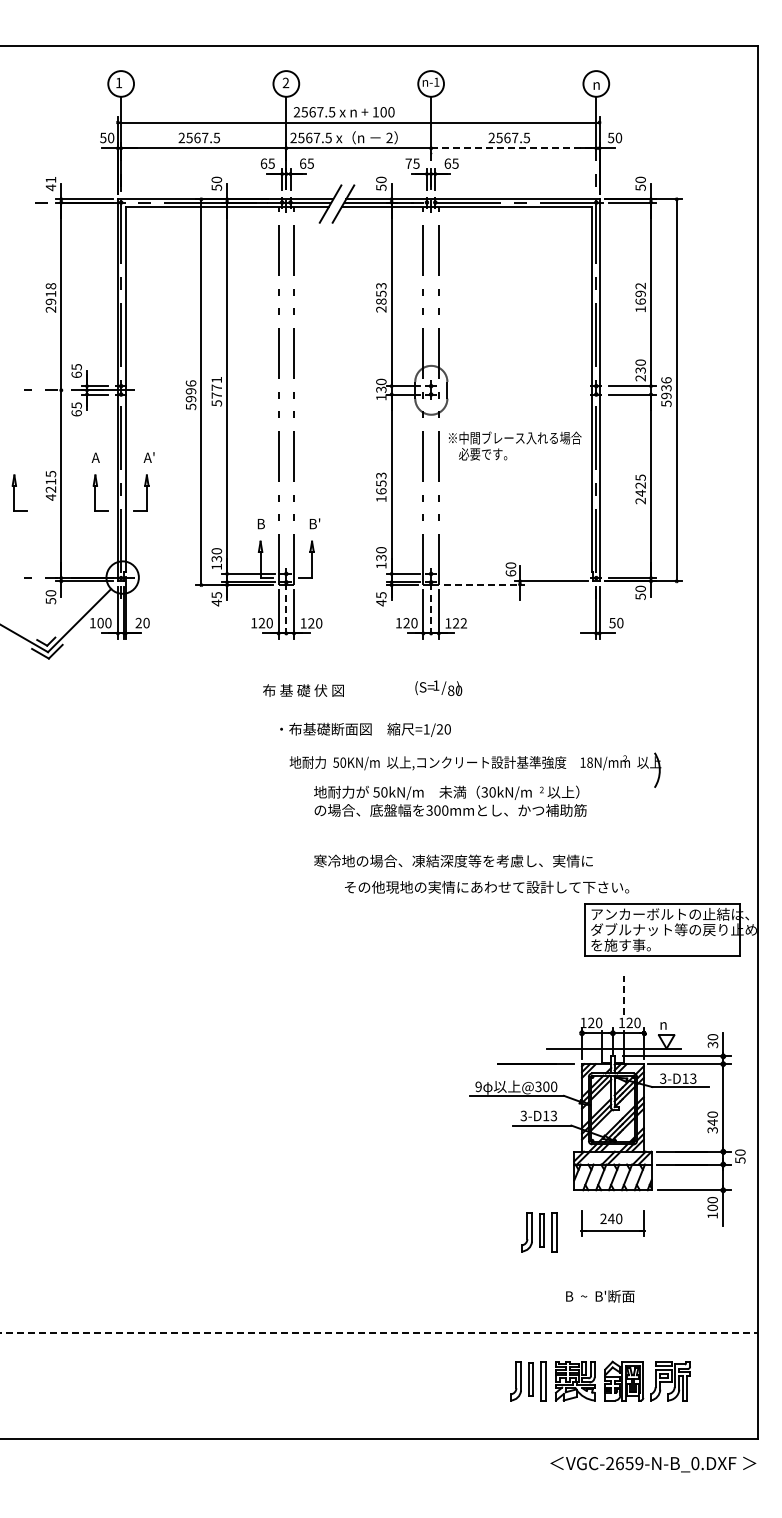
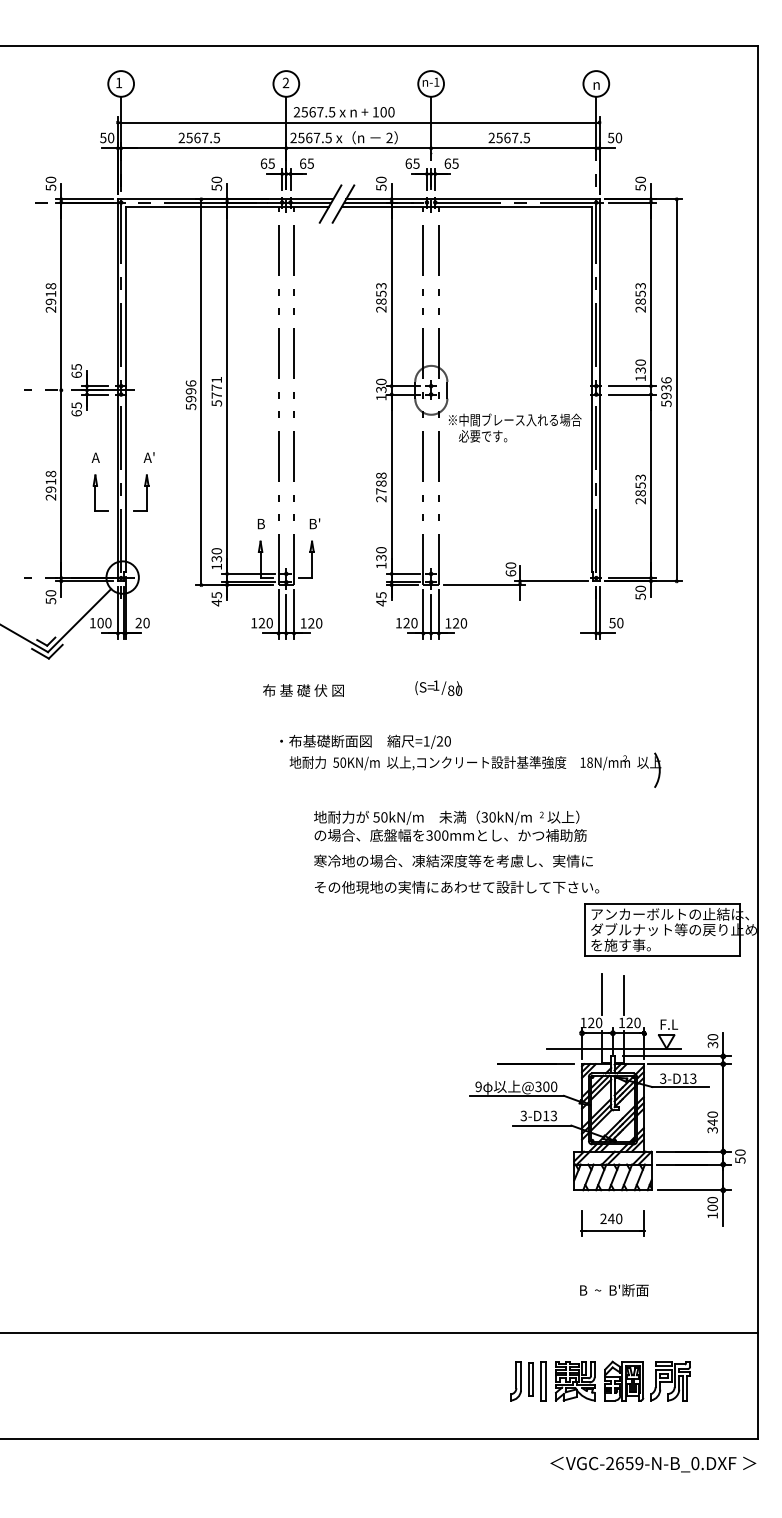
line at (513, 148): dashed -> solid
text at (408, 163): 75 -> 65
text at (50, 183): 41 -> 50
text at (640, 297): 1692 -> 2853
text at (640, 378): 230 -> 130
text at (515, 445) position: (515, 445) -> (515, 427)
text at (50, 485): 4215 -> 2918
text at (640, 485): 2425 -> 2853
text at (381, 487): 1653 -> 2788
part at (19, 492): present -> none
line at (484, 585): dashed -> solid
line at (286, 616): dashed -> solid
line at (431, 616): dashed -> solid
text at (463, 623): 122 -> 120
text at (365, 729) position: (365, 729) -> (365, 741)
text at (450, 800) position: (450, 800) -> (450, 825)
text at (487, 886) position: (487, 886) -> (457, 886)
line at (601, 994): none -> present
line at (623, 995): dashed -> solid
text at (669, 1024): n -> F.L
part at (539, 1232): present -> none
text at (600, 1296) position: (600, 1296) -> (614, 1290)
line at (379, 1332): dashed -> solid
